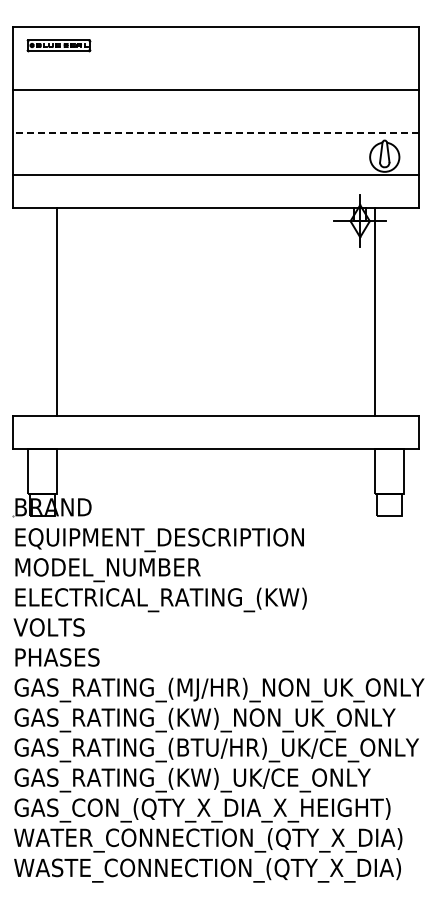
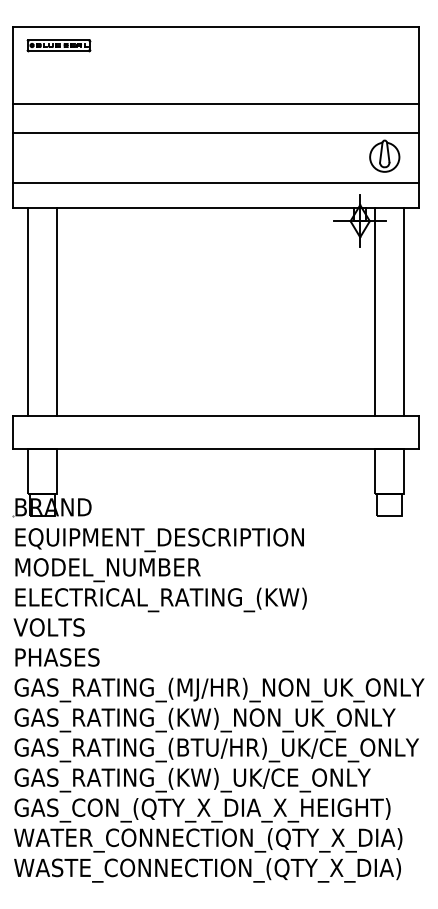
line at (215, 90) position: (215, 90) -> (215, 104)
line at (216, 133): dashed -> solid
line at (215, 174) position: (215, 174) -> (215, 182)
line at (28, 311): none -> present
line at (403, 311): none -> present
